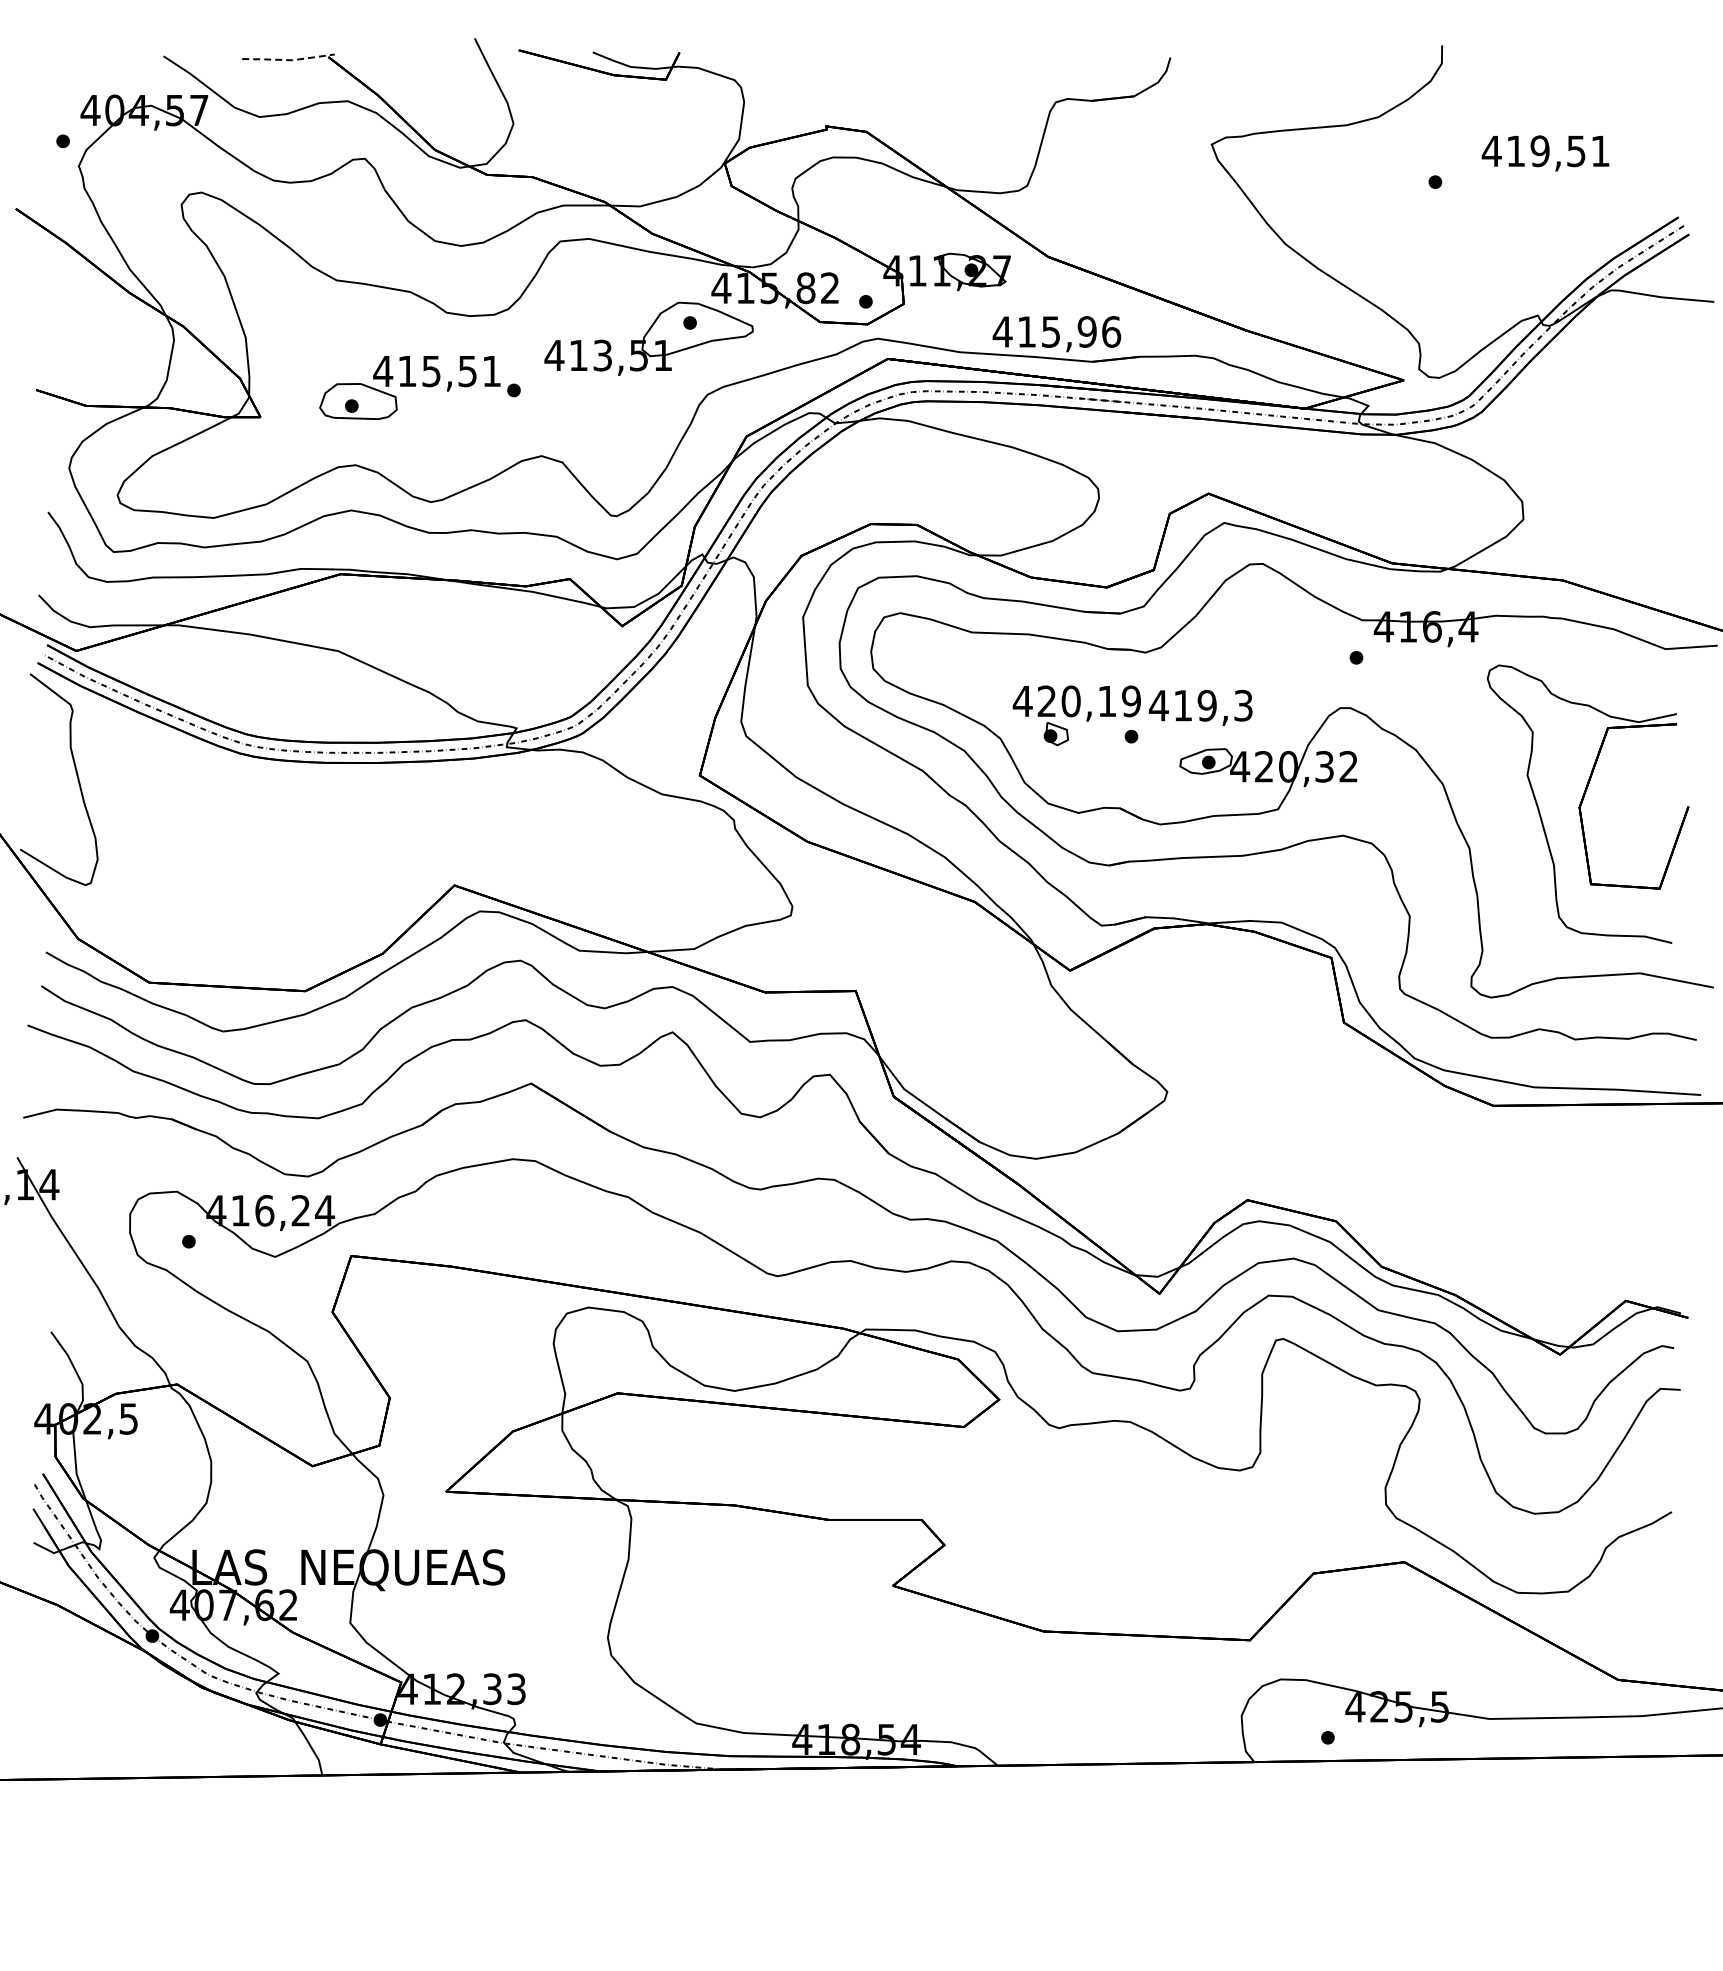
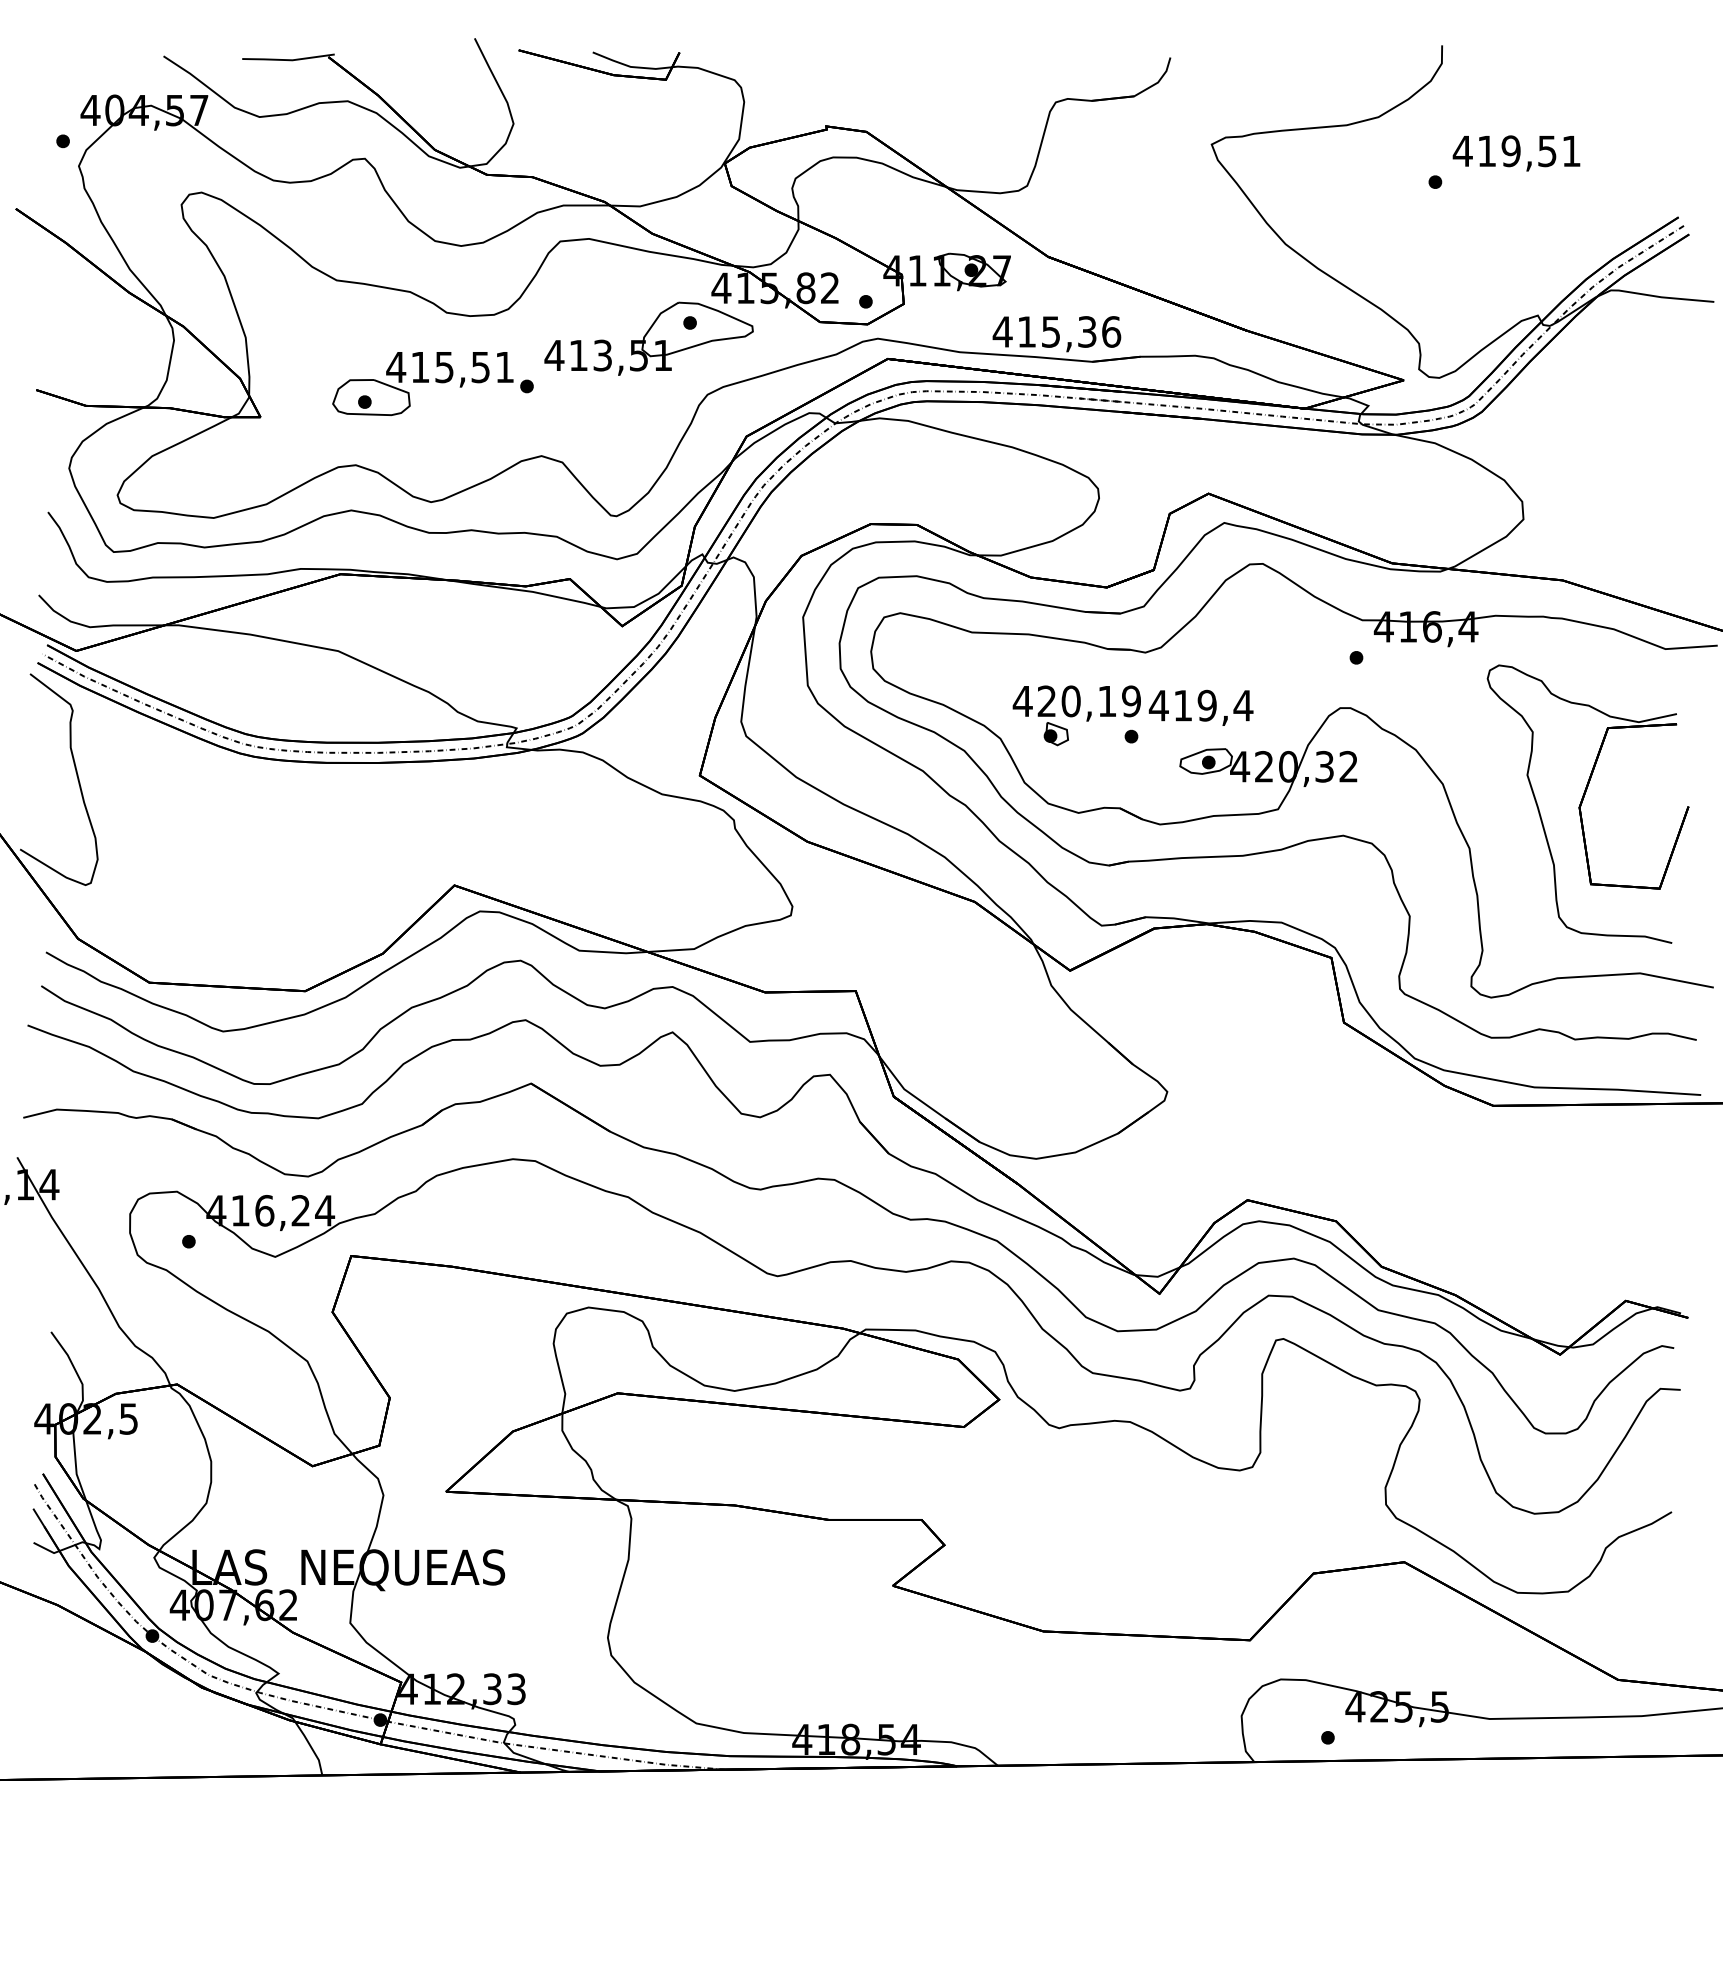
line at (288, 60): dashed -> solid
text at (1545, 153) position: (1545, 153) -> (1516, 153)
text at (1086, 331): 415,96 -> 415,36
part at (419, 387) position: (419, 387) -> (432, 383)
text at (1243, 705): 419,3 -> 419,4
